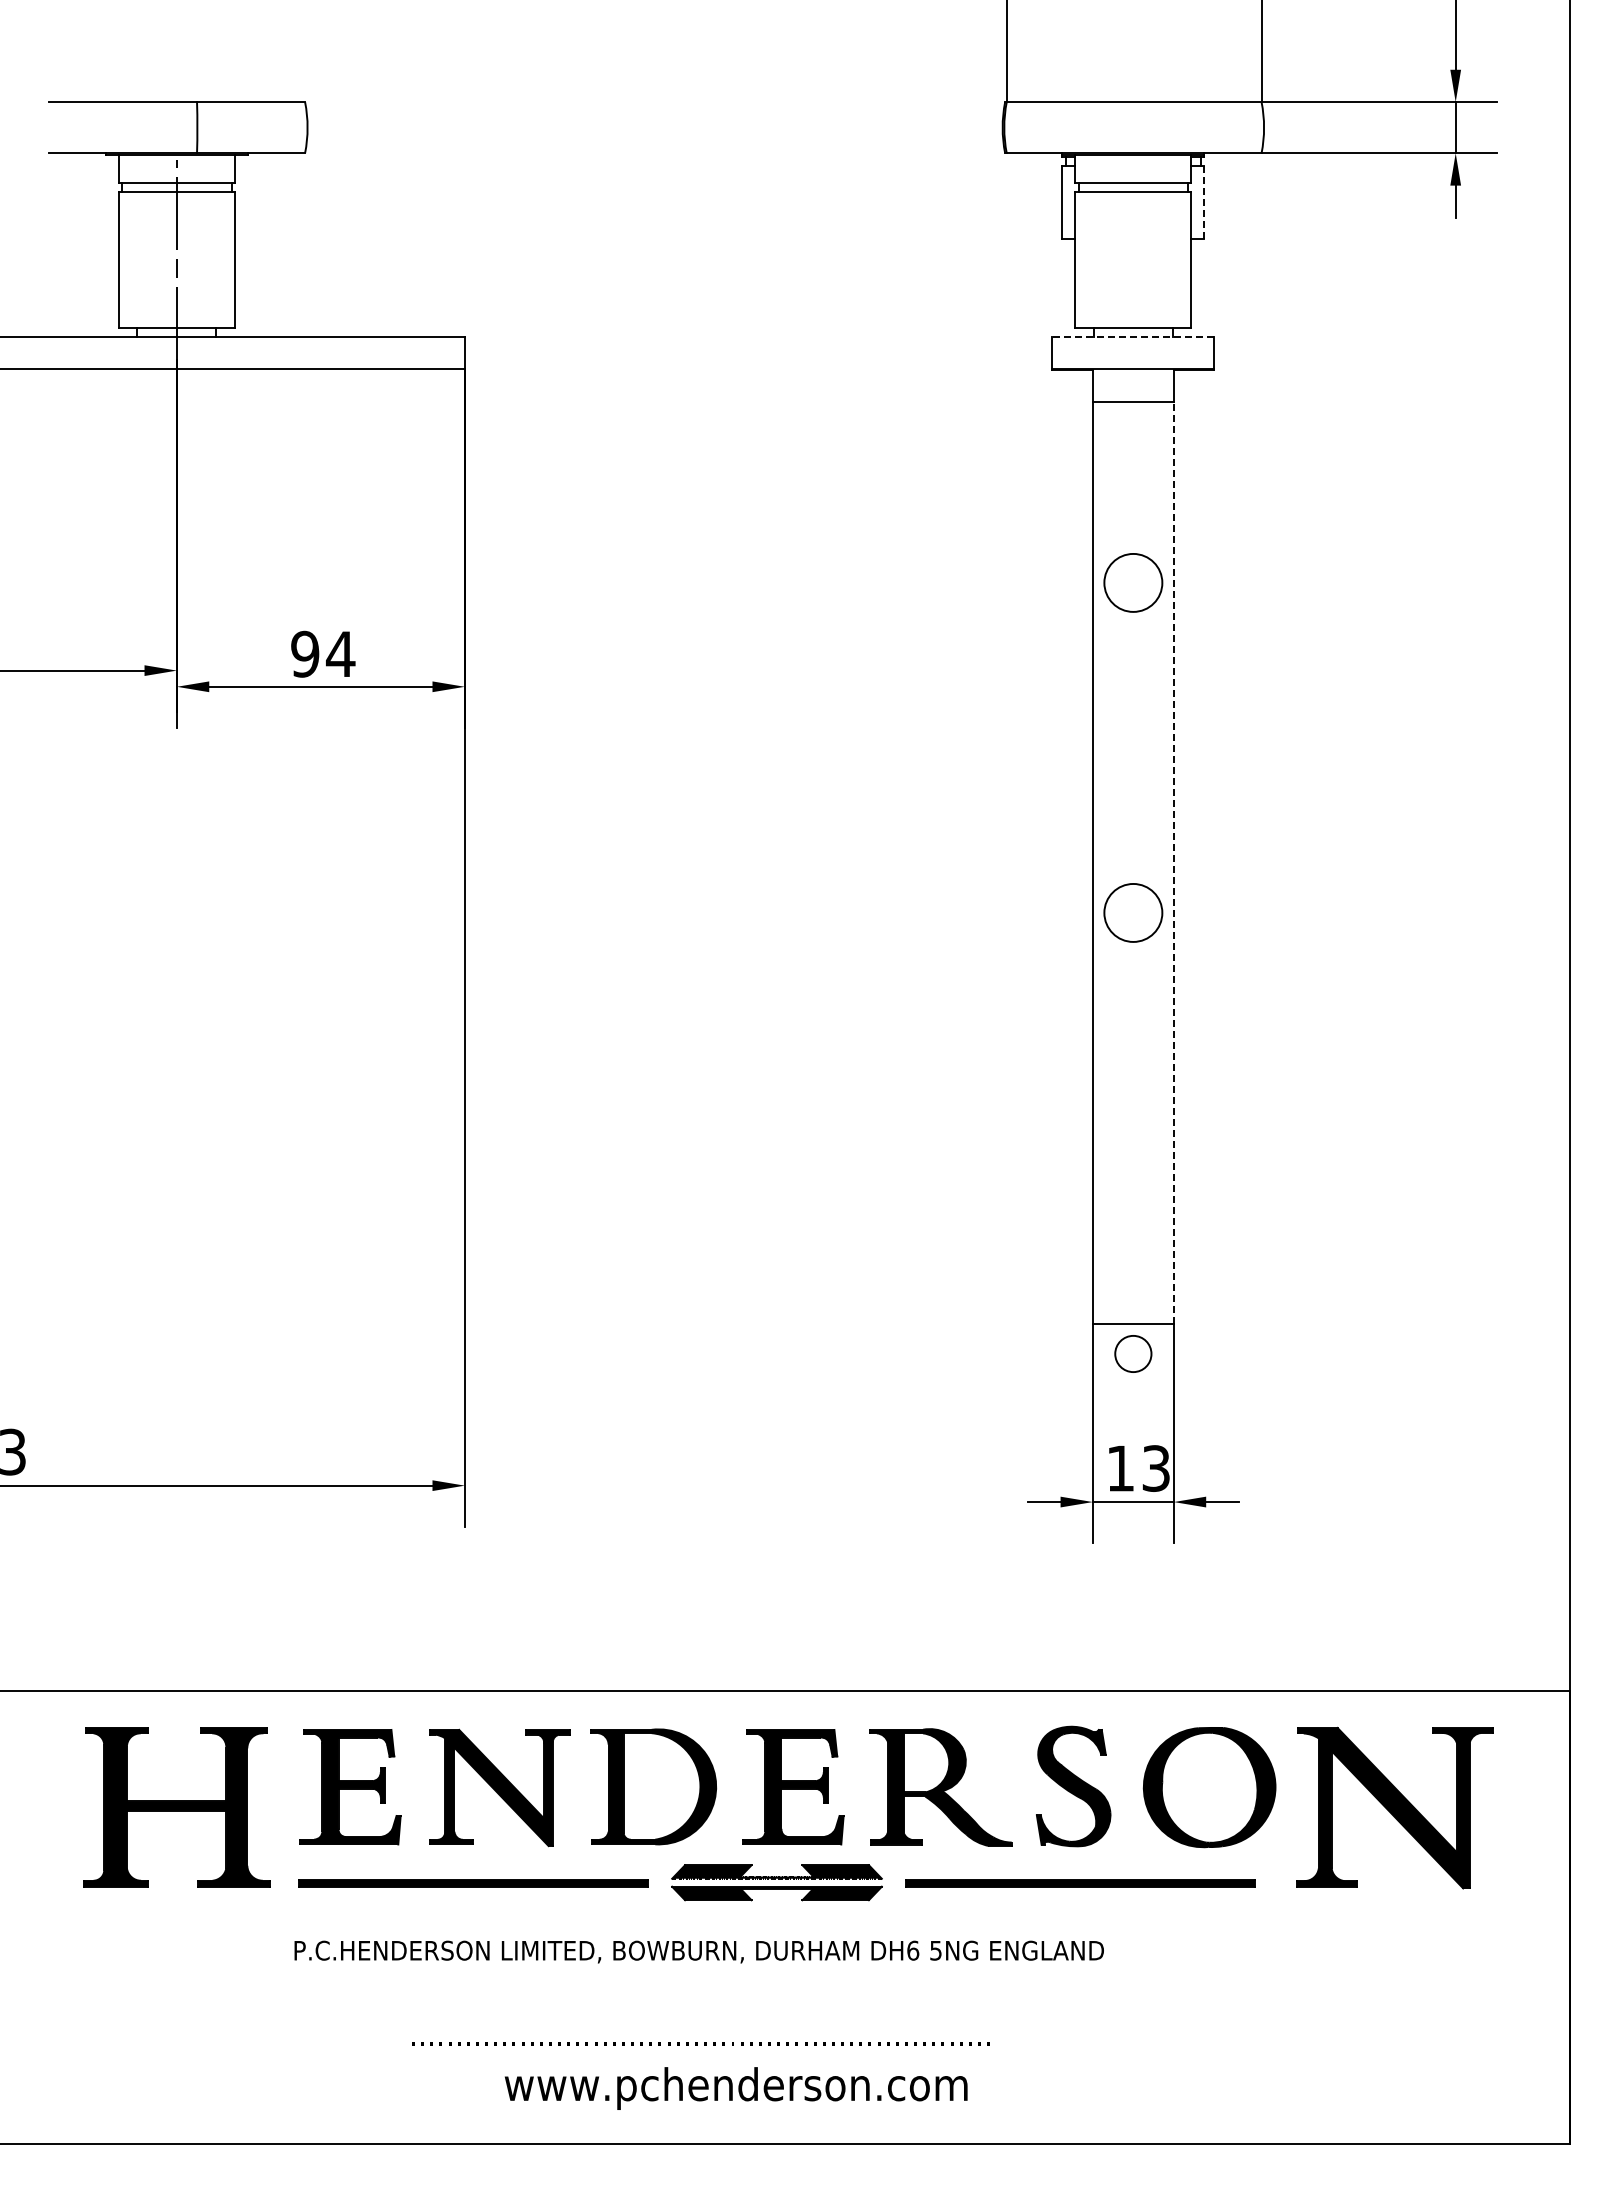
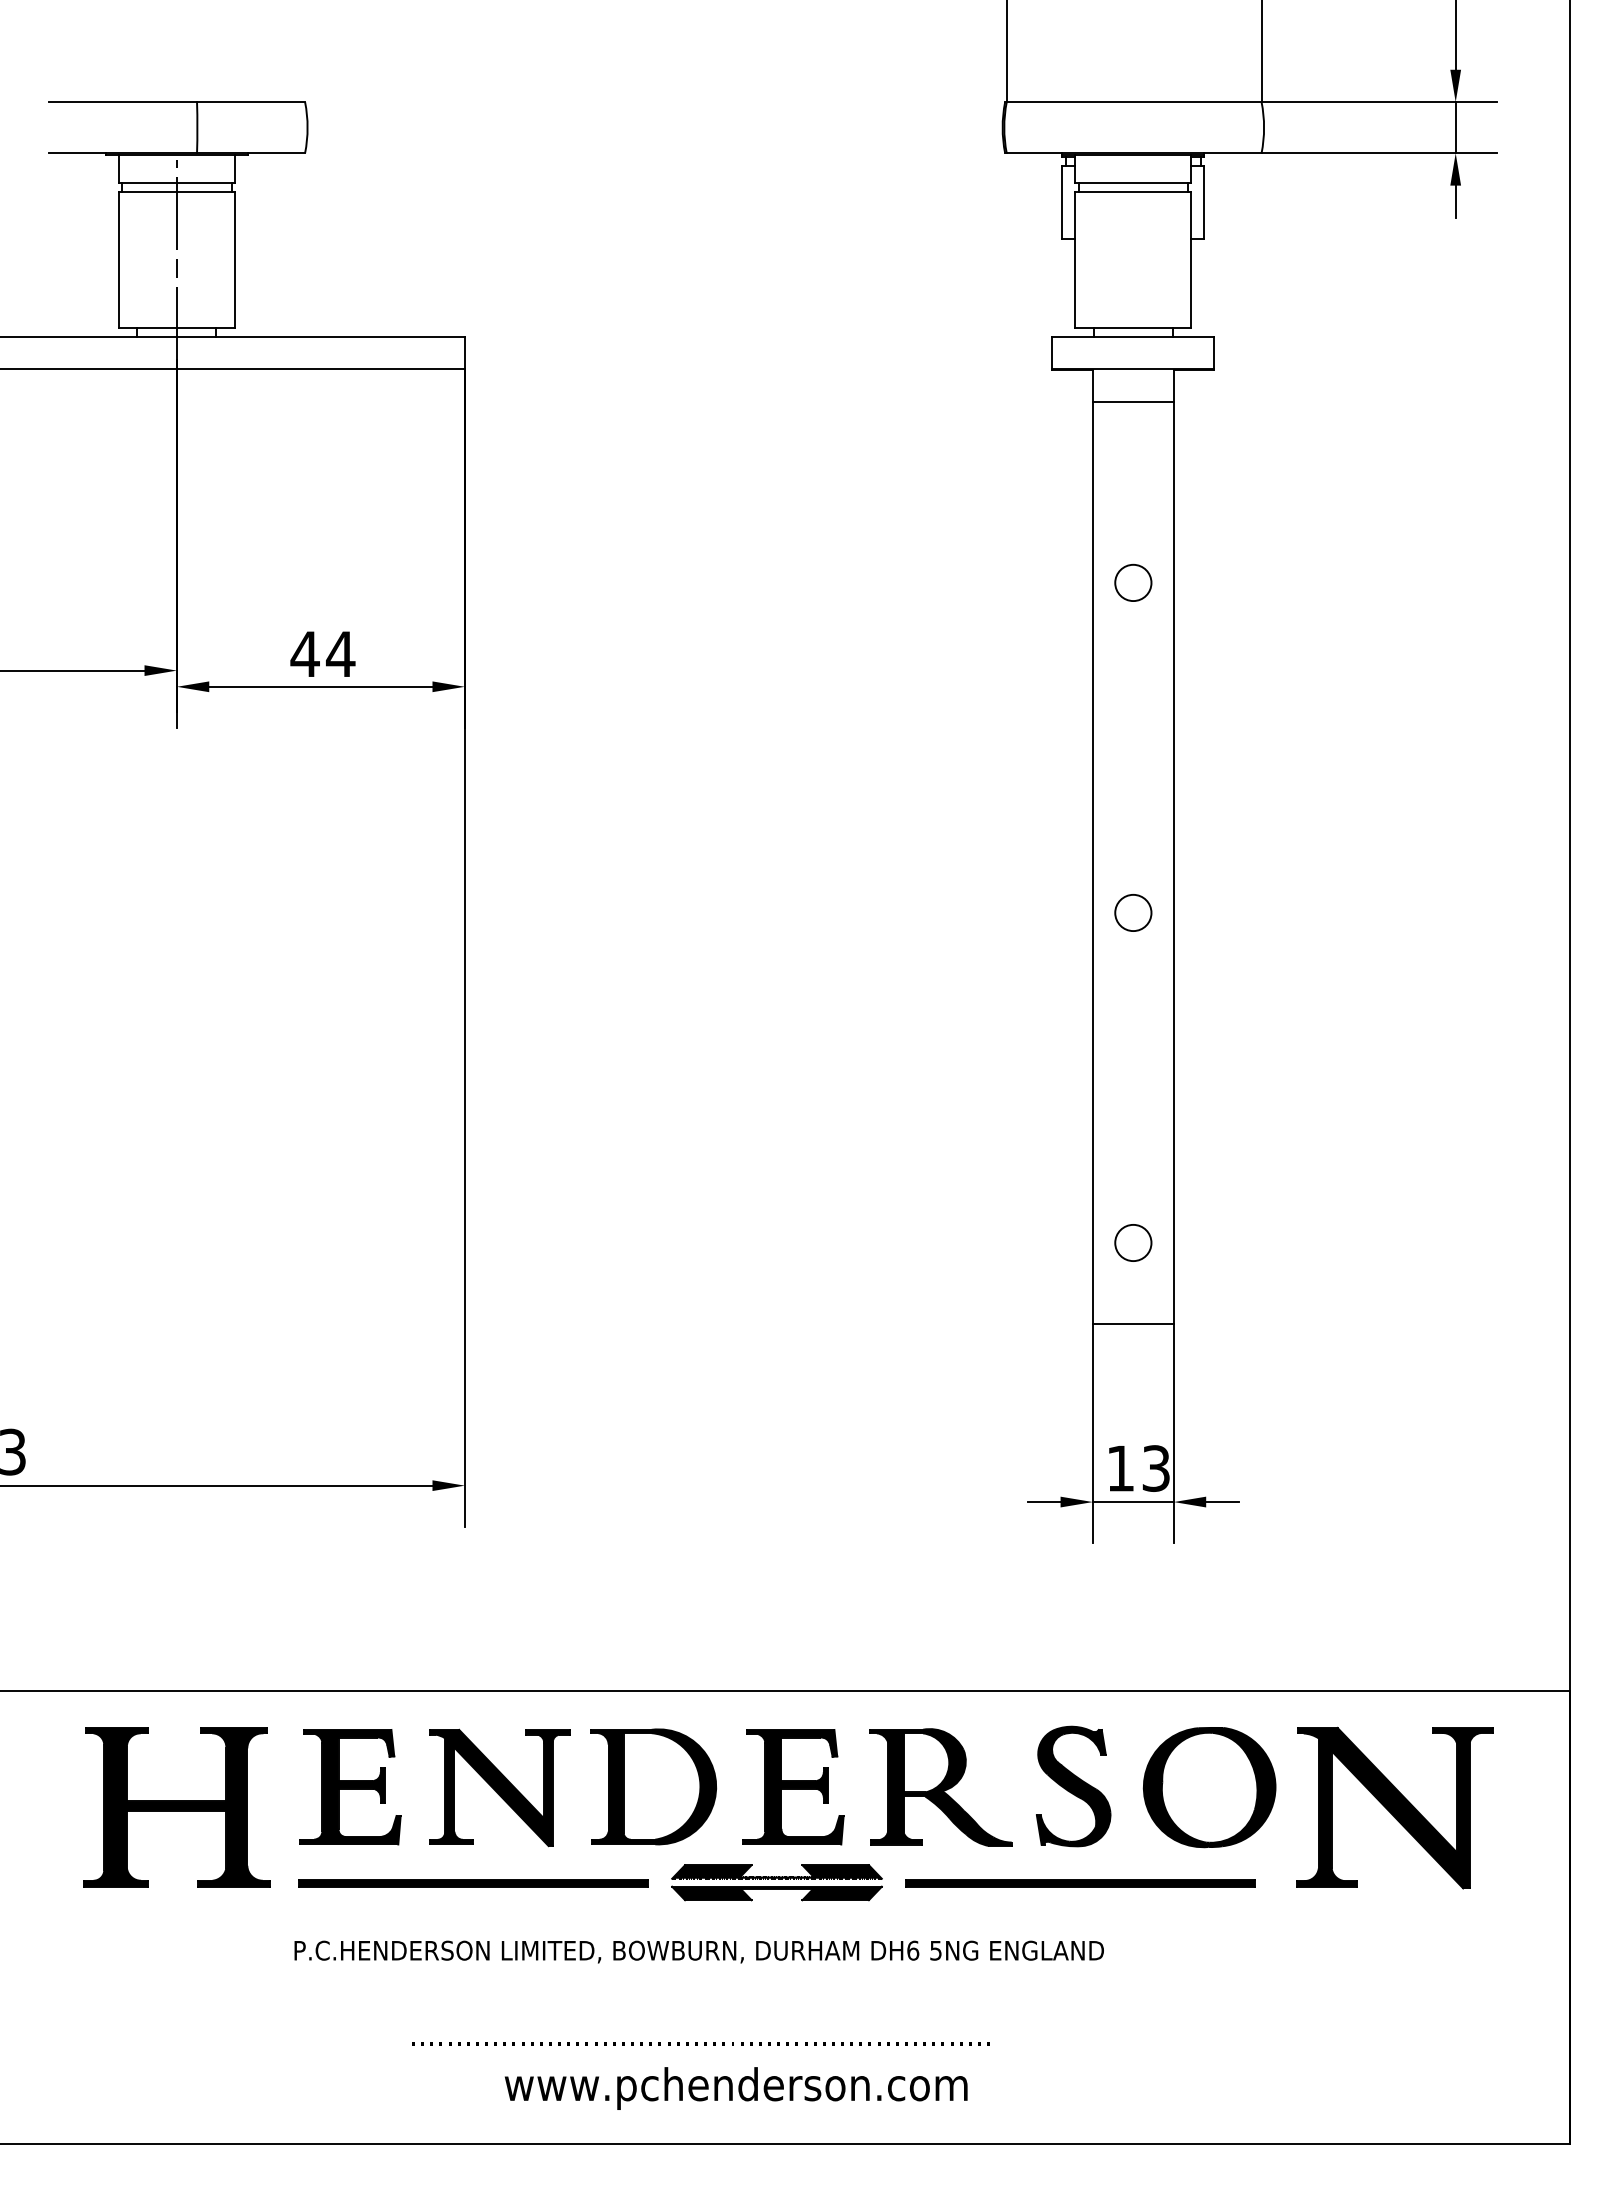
line at (1204, 202): dashed -> solid
line at (1133, 337): dashed -> solid
circle at (1133, 582) diameter: 58 px -> 36 px
text at (304, 653): 94 -> 44
line at (1173, 862): dashed -> solid
circle at (1133, 912) diameter: 58 px -> 36 px
circle at (1133, 1353) position: (1133, 1353) -> (1133, 1242)
